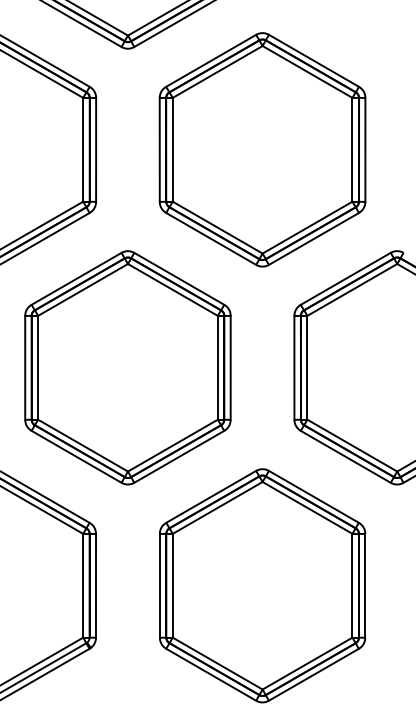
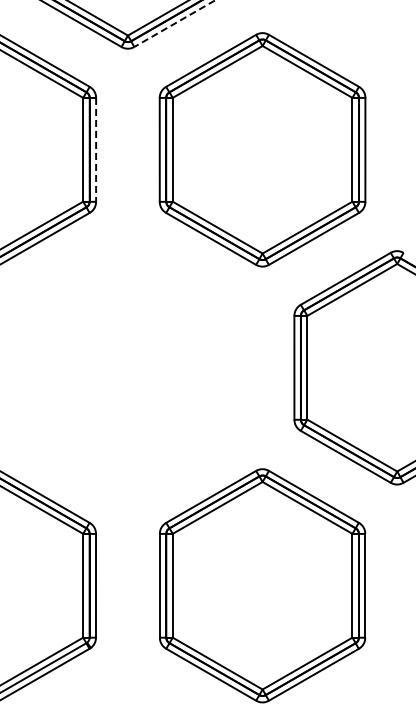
line at (175, 23): solid -> dashed
line at (96, 149): solid -> dashed
part at (127, 367): present -> none
